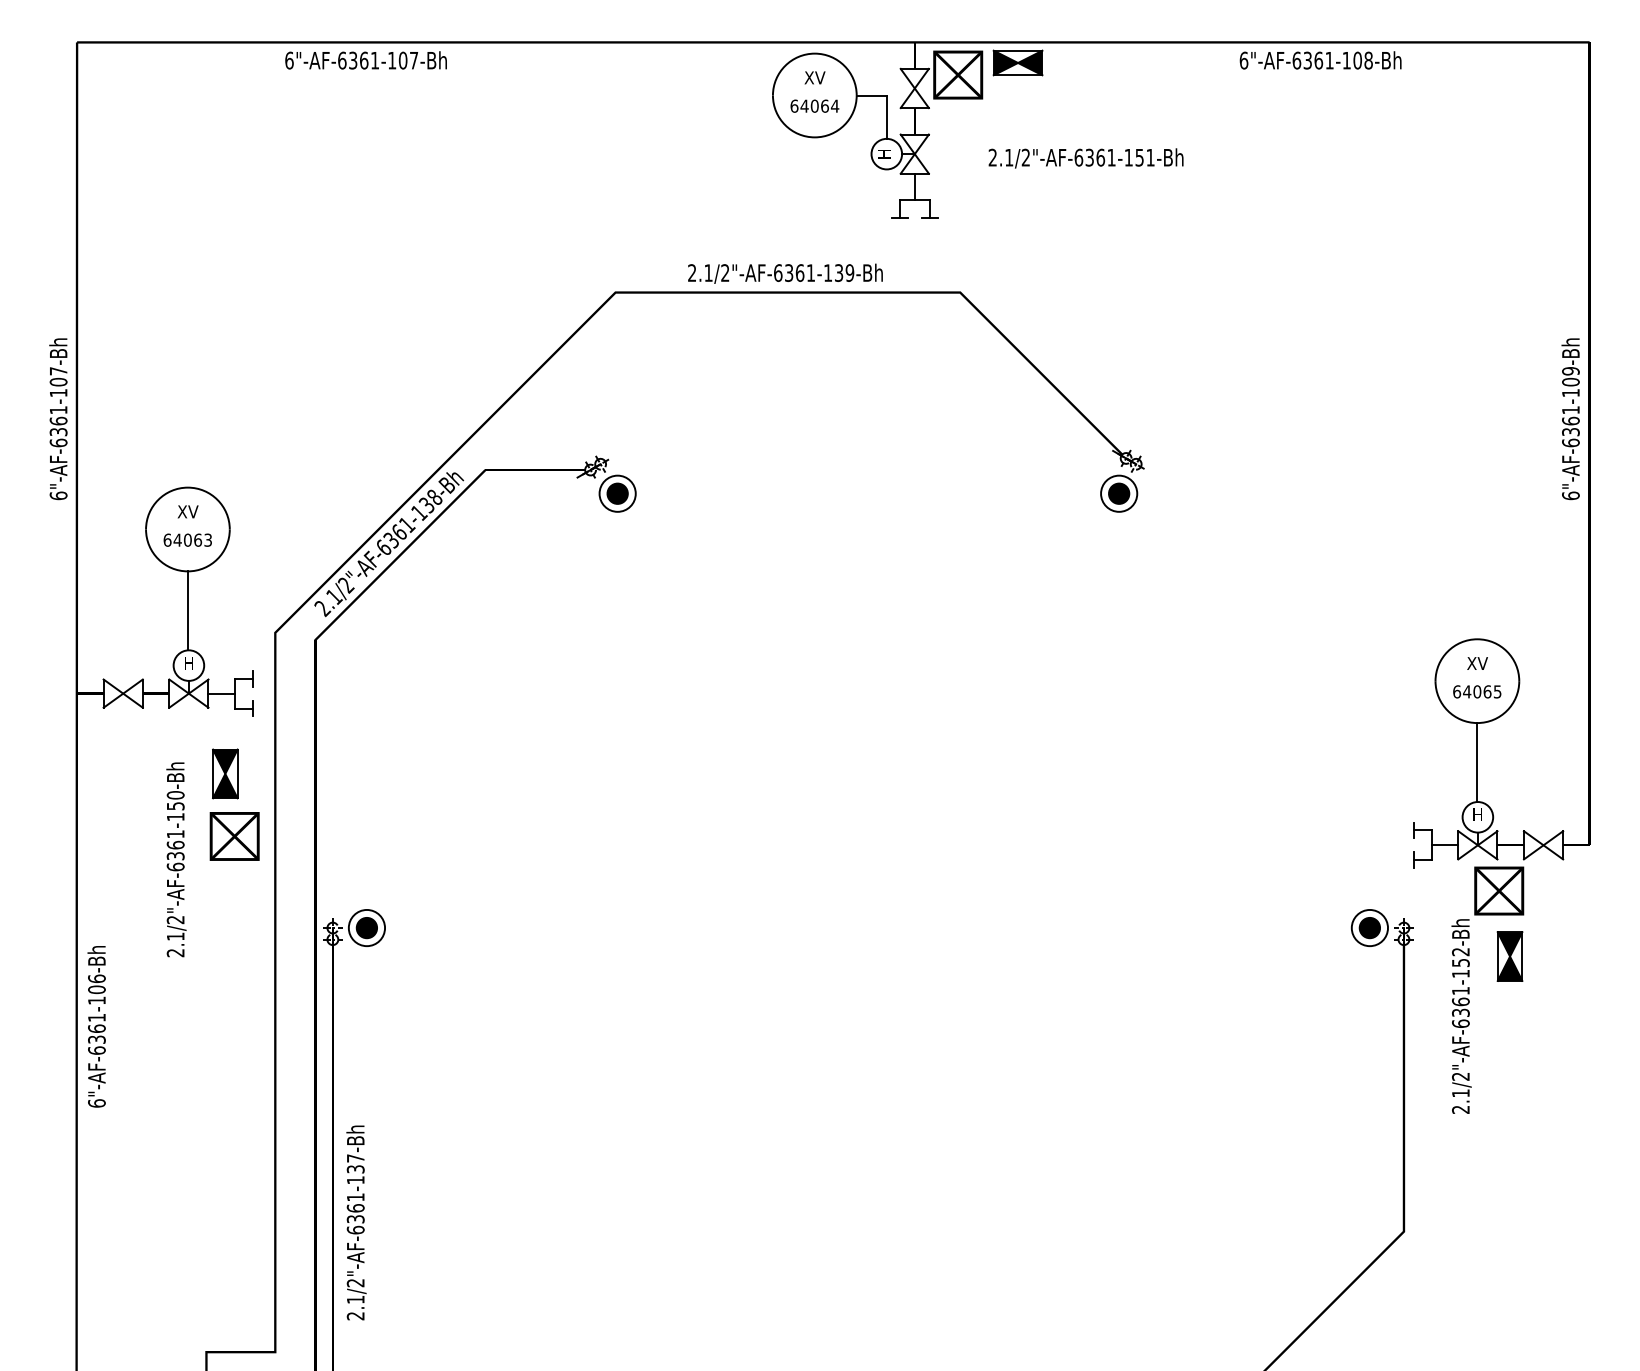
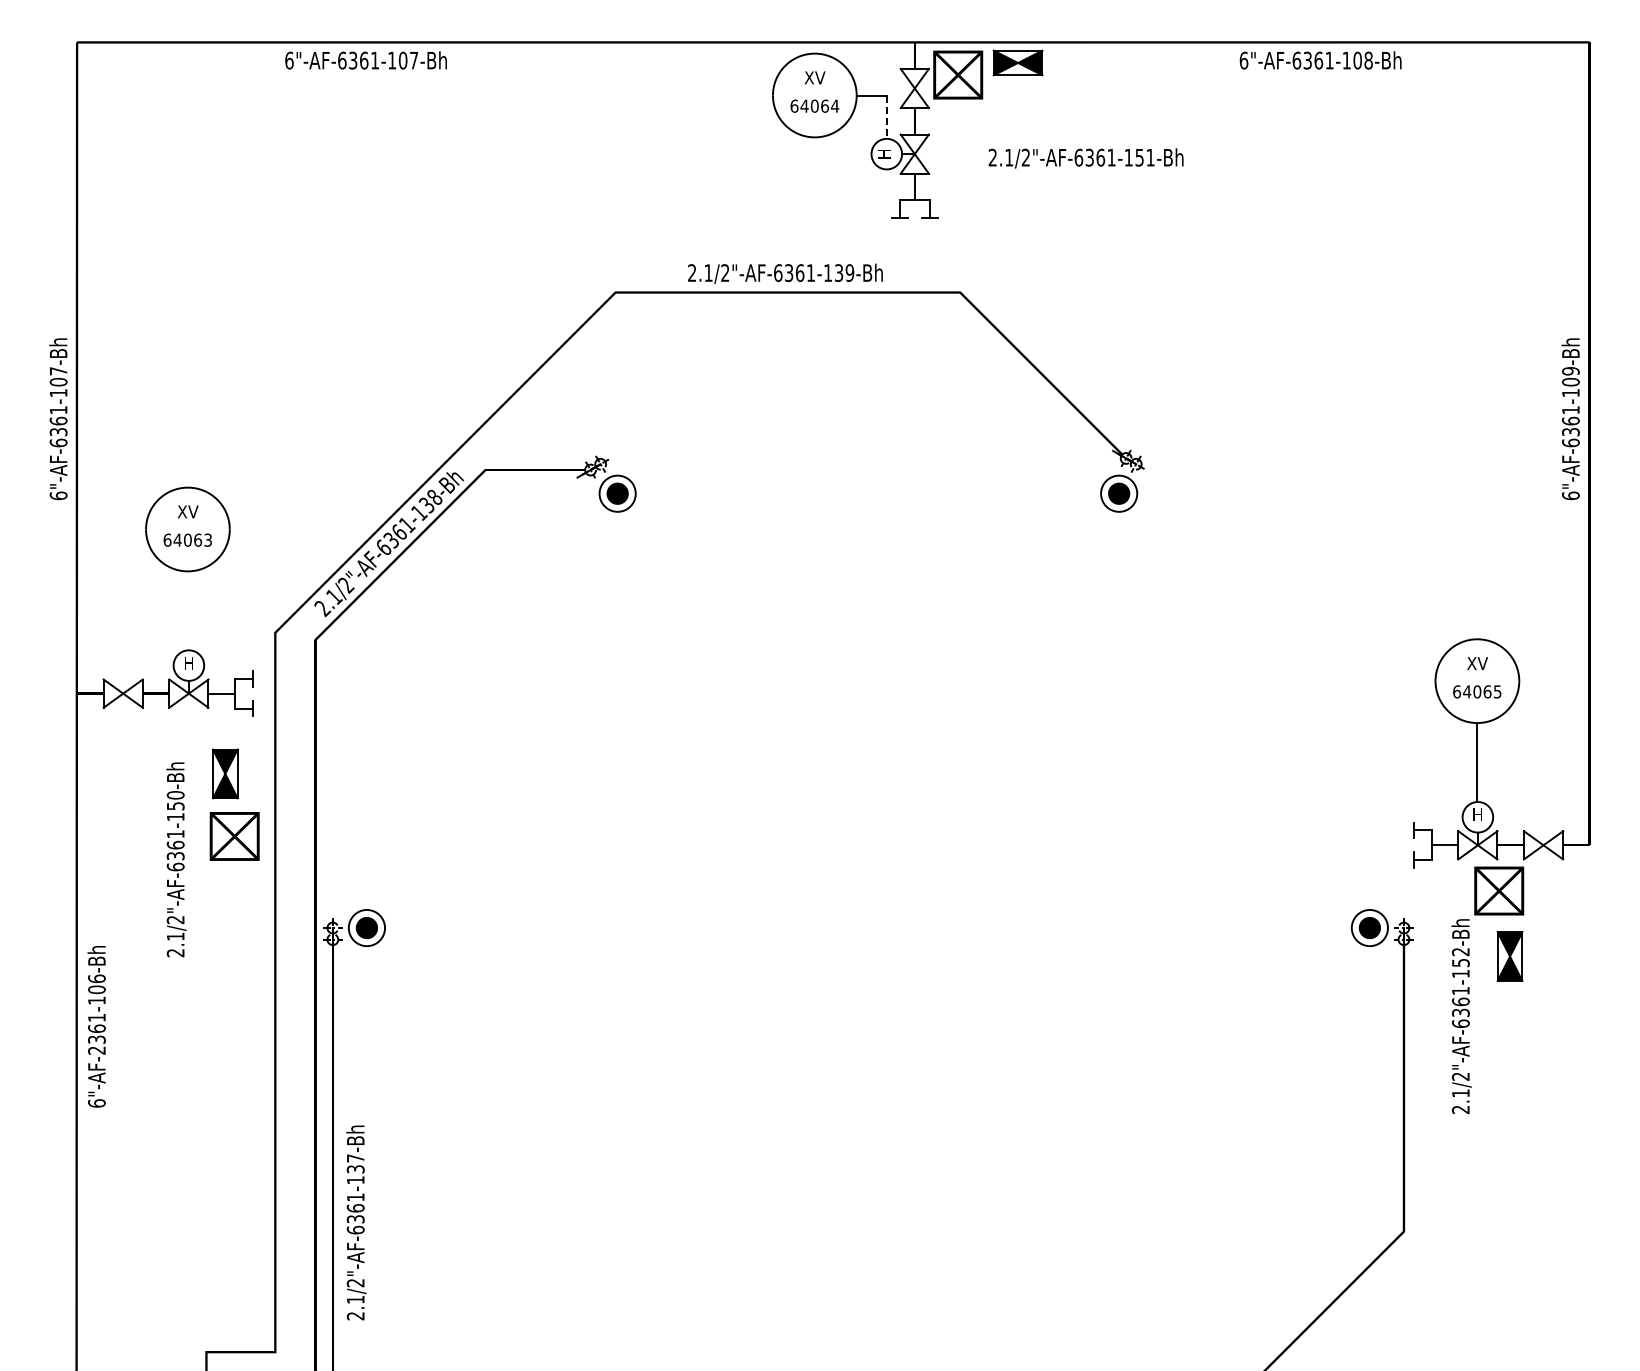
line at (886, 117): solid -> dashed
line at (187, 610): present -> none
text at (96, 1050): 6"-AF-6361-106-Bh -> 6"-AF-2361-106-Bh
